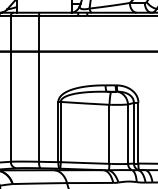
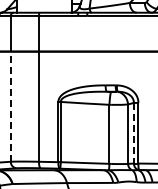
line at (10, 106): solid -> dashed
line at (133, 133): solid -> dashed
